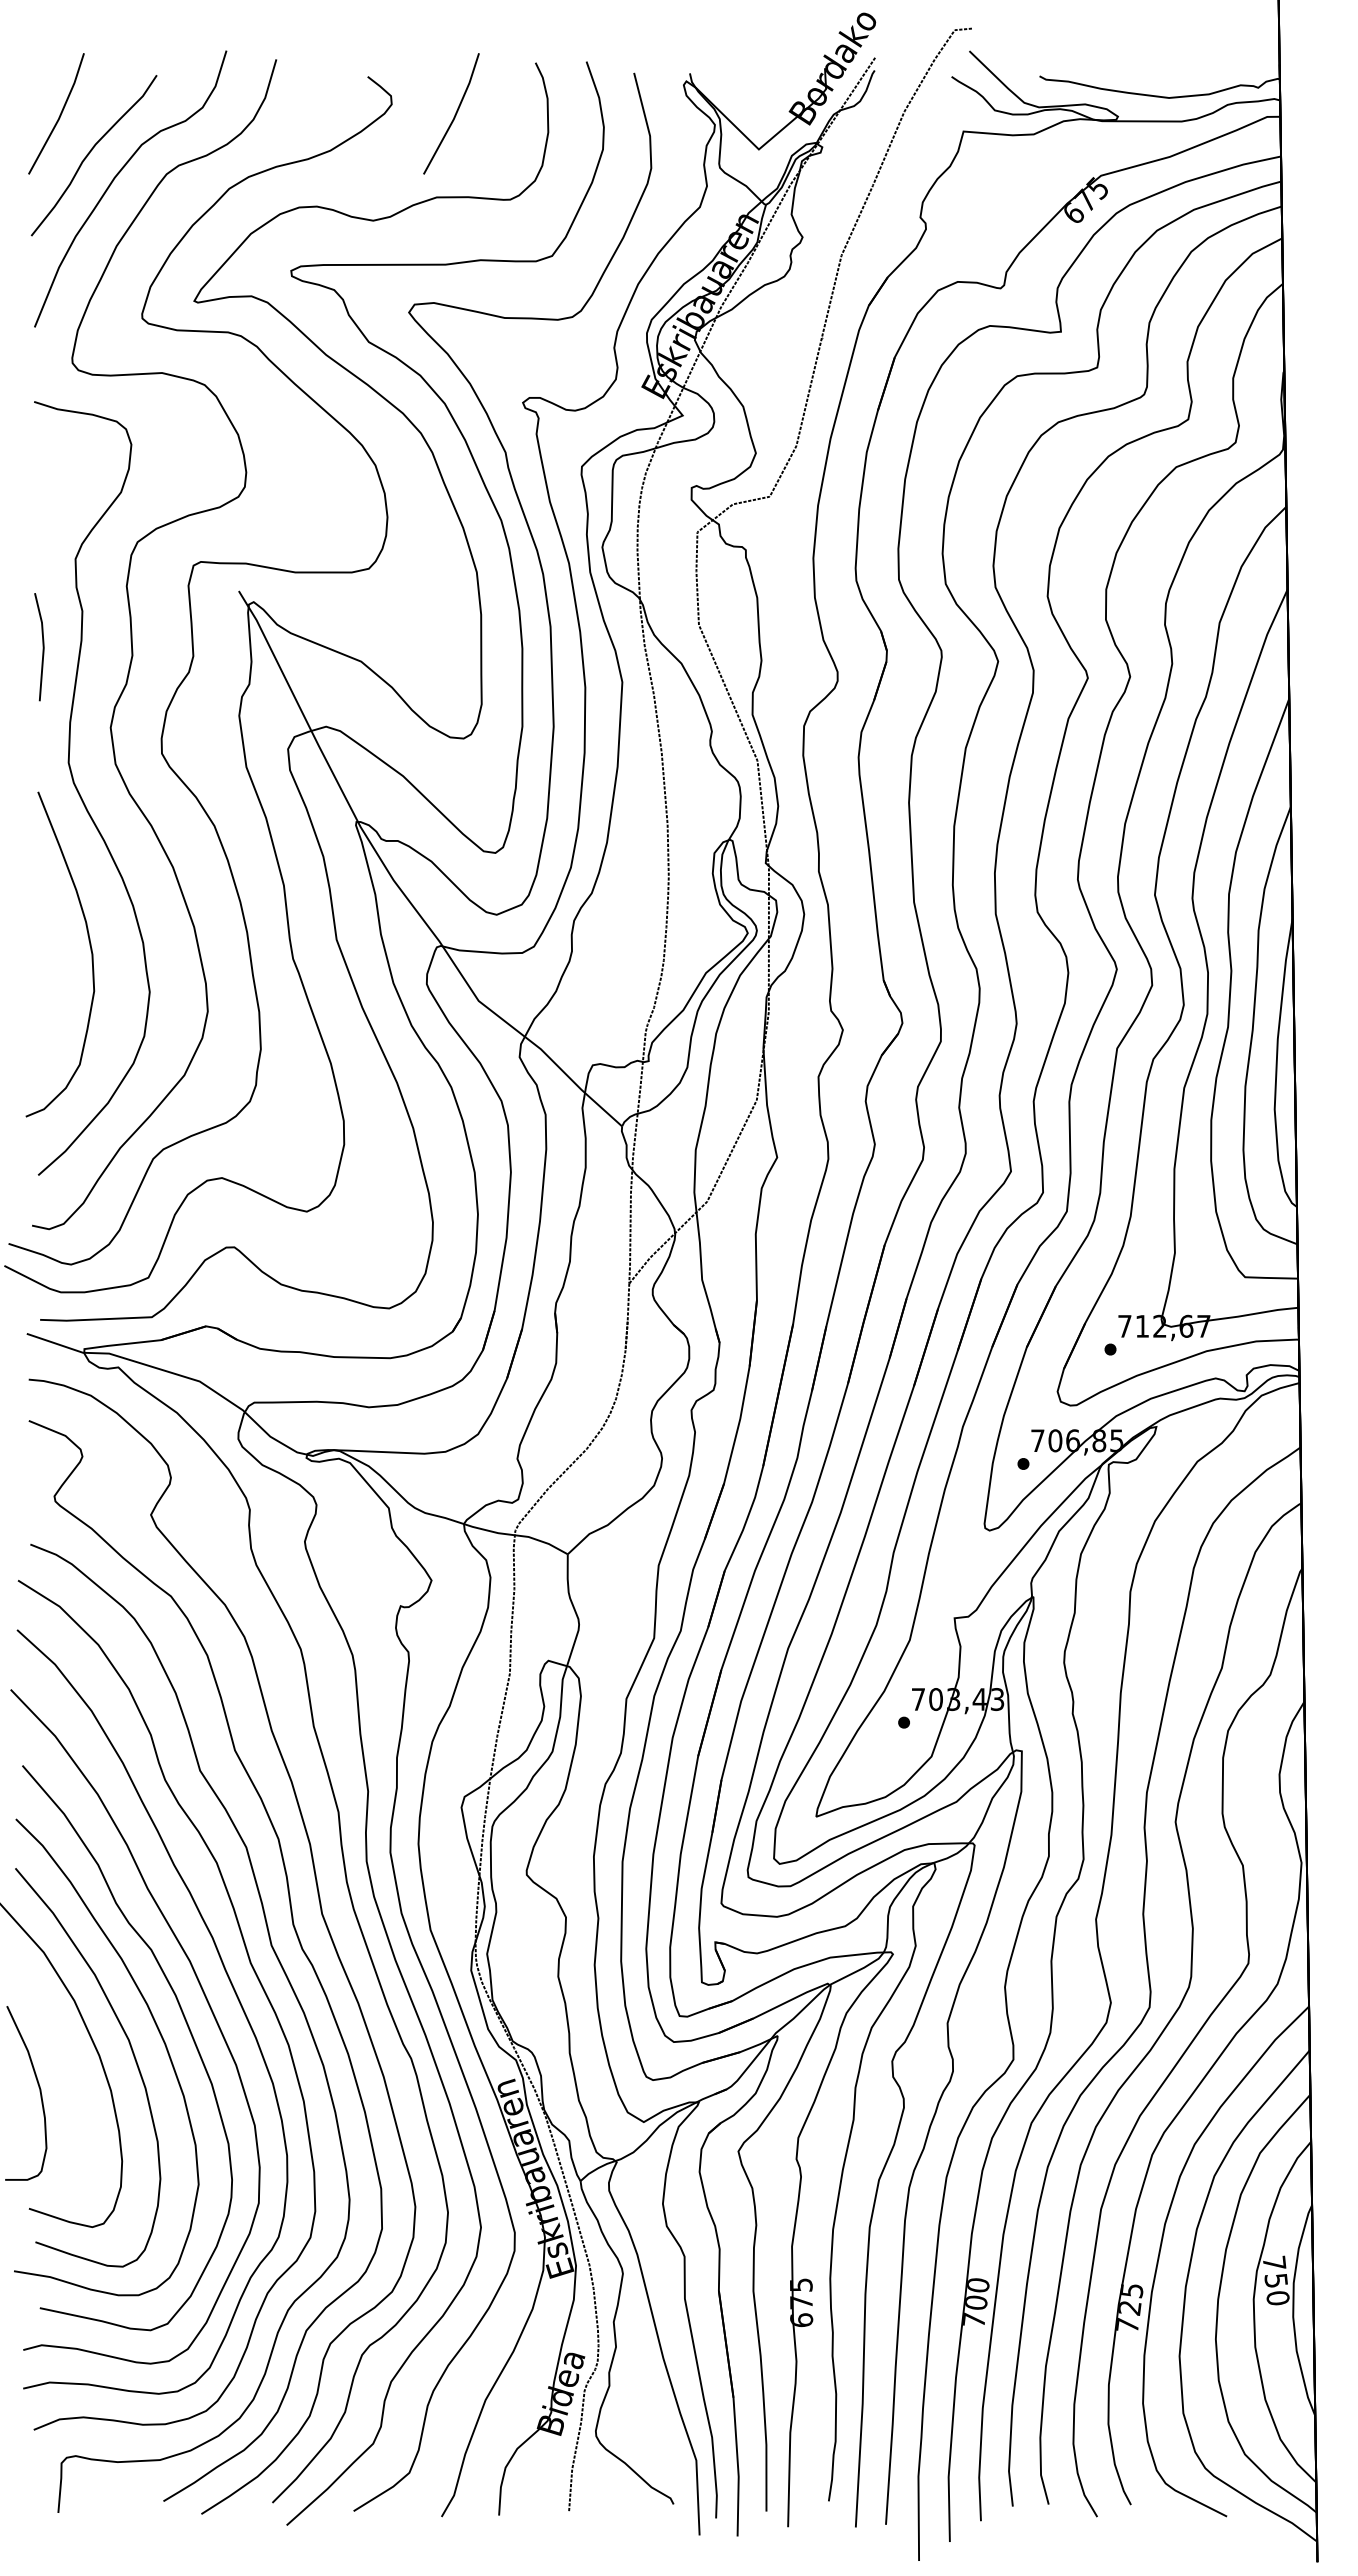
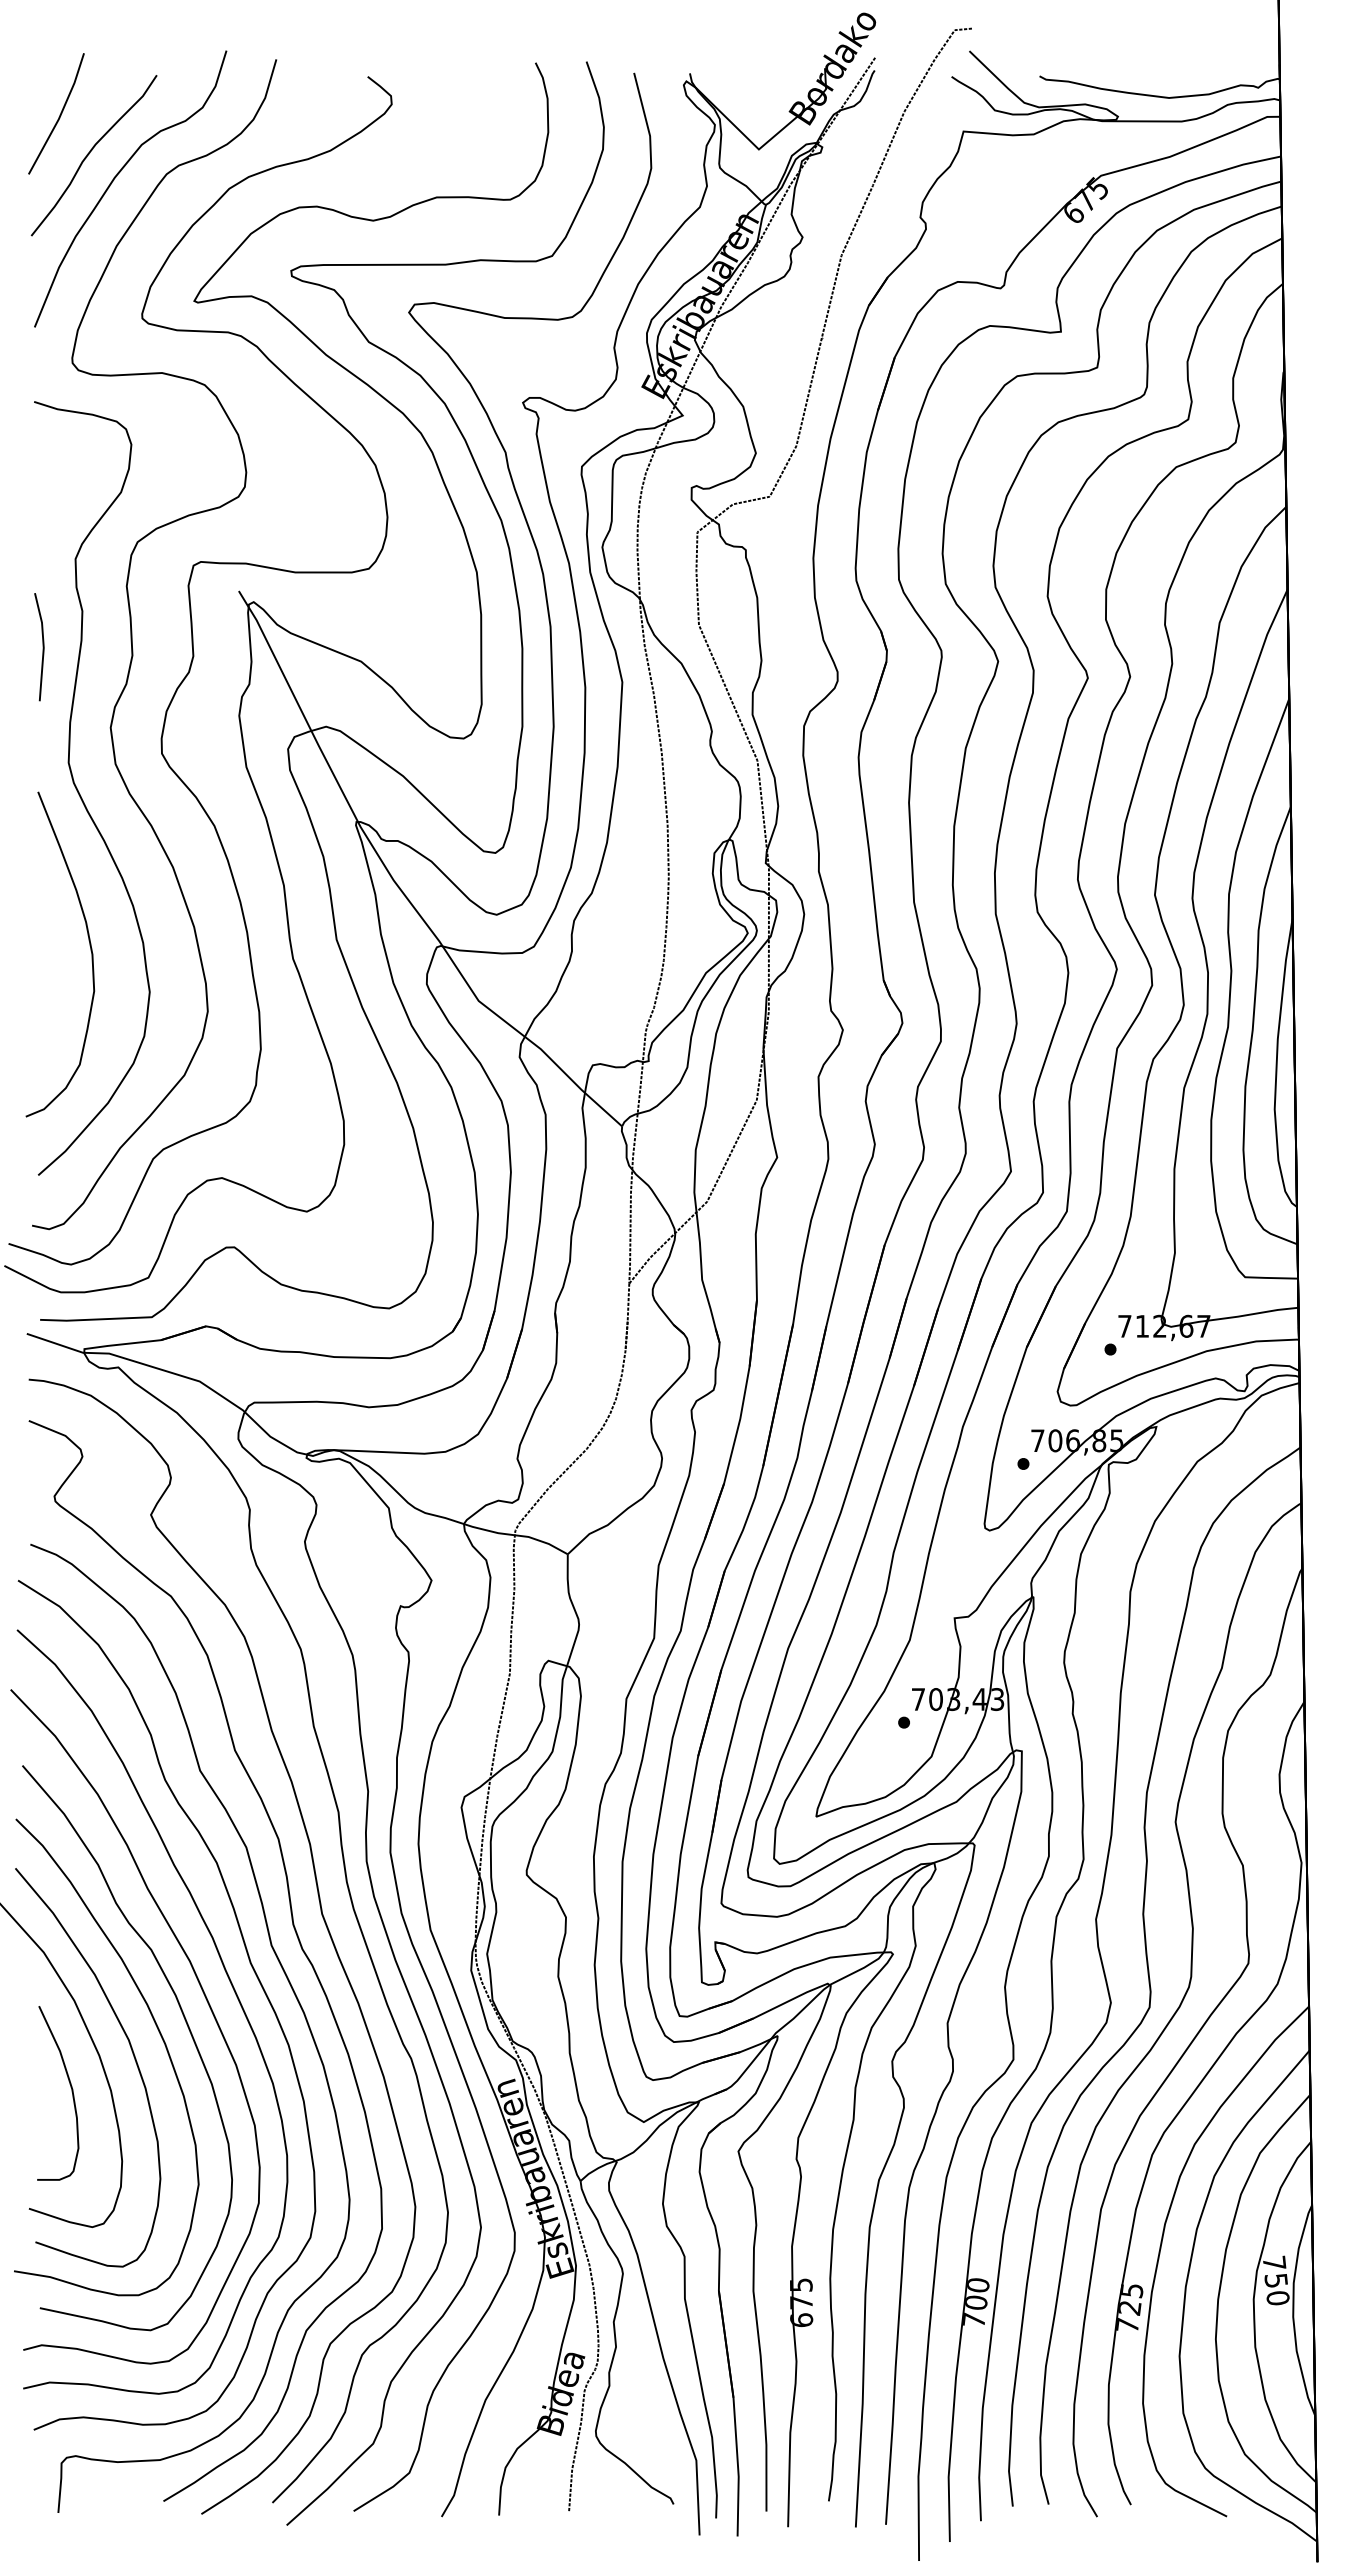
part at (451, 113): present -> none
curve at (39, 2092) position: (39, 2092) -> (71, 2092)
